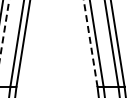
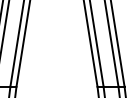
line at (4, 28): dashed -> solid
line at (90, 43): dashed -> solid
